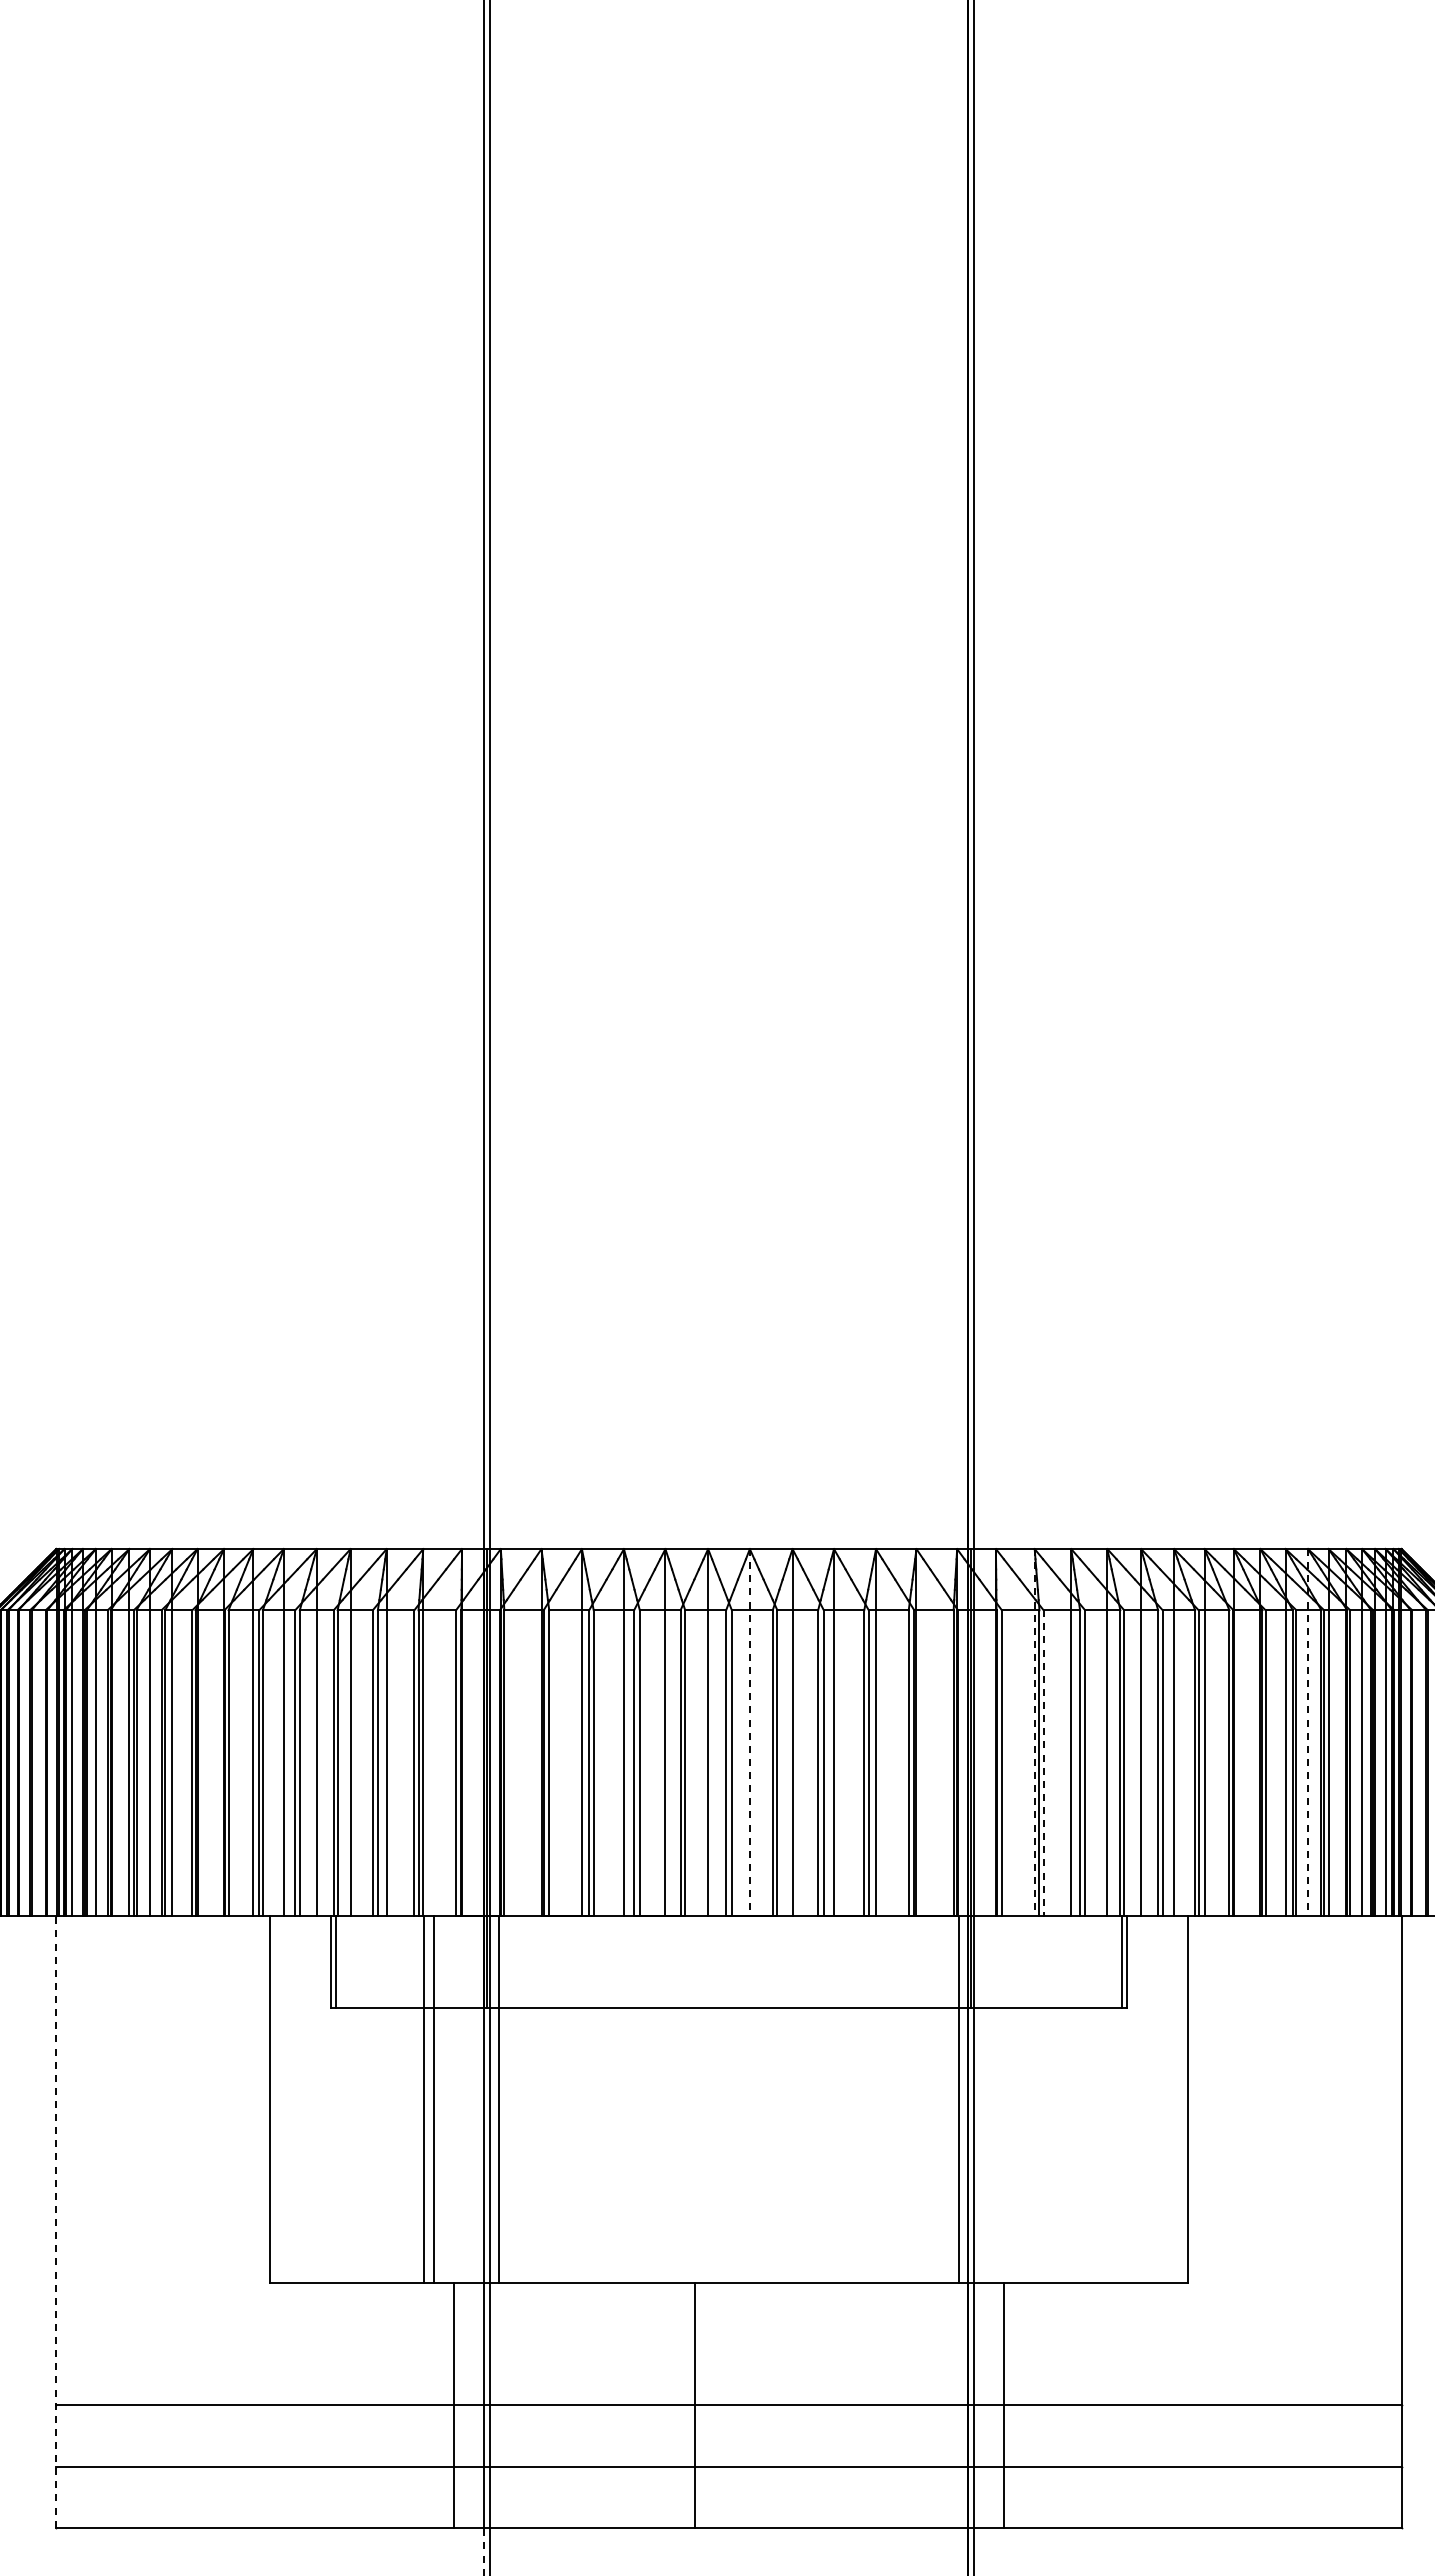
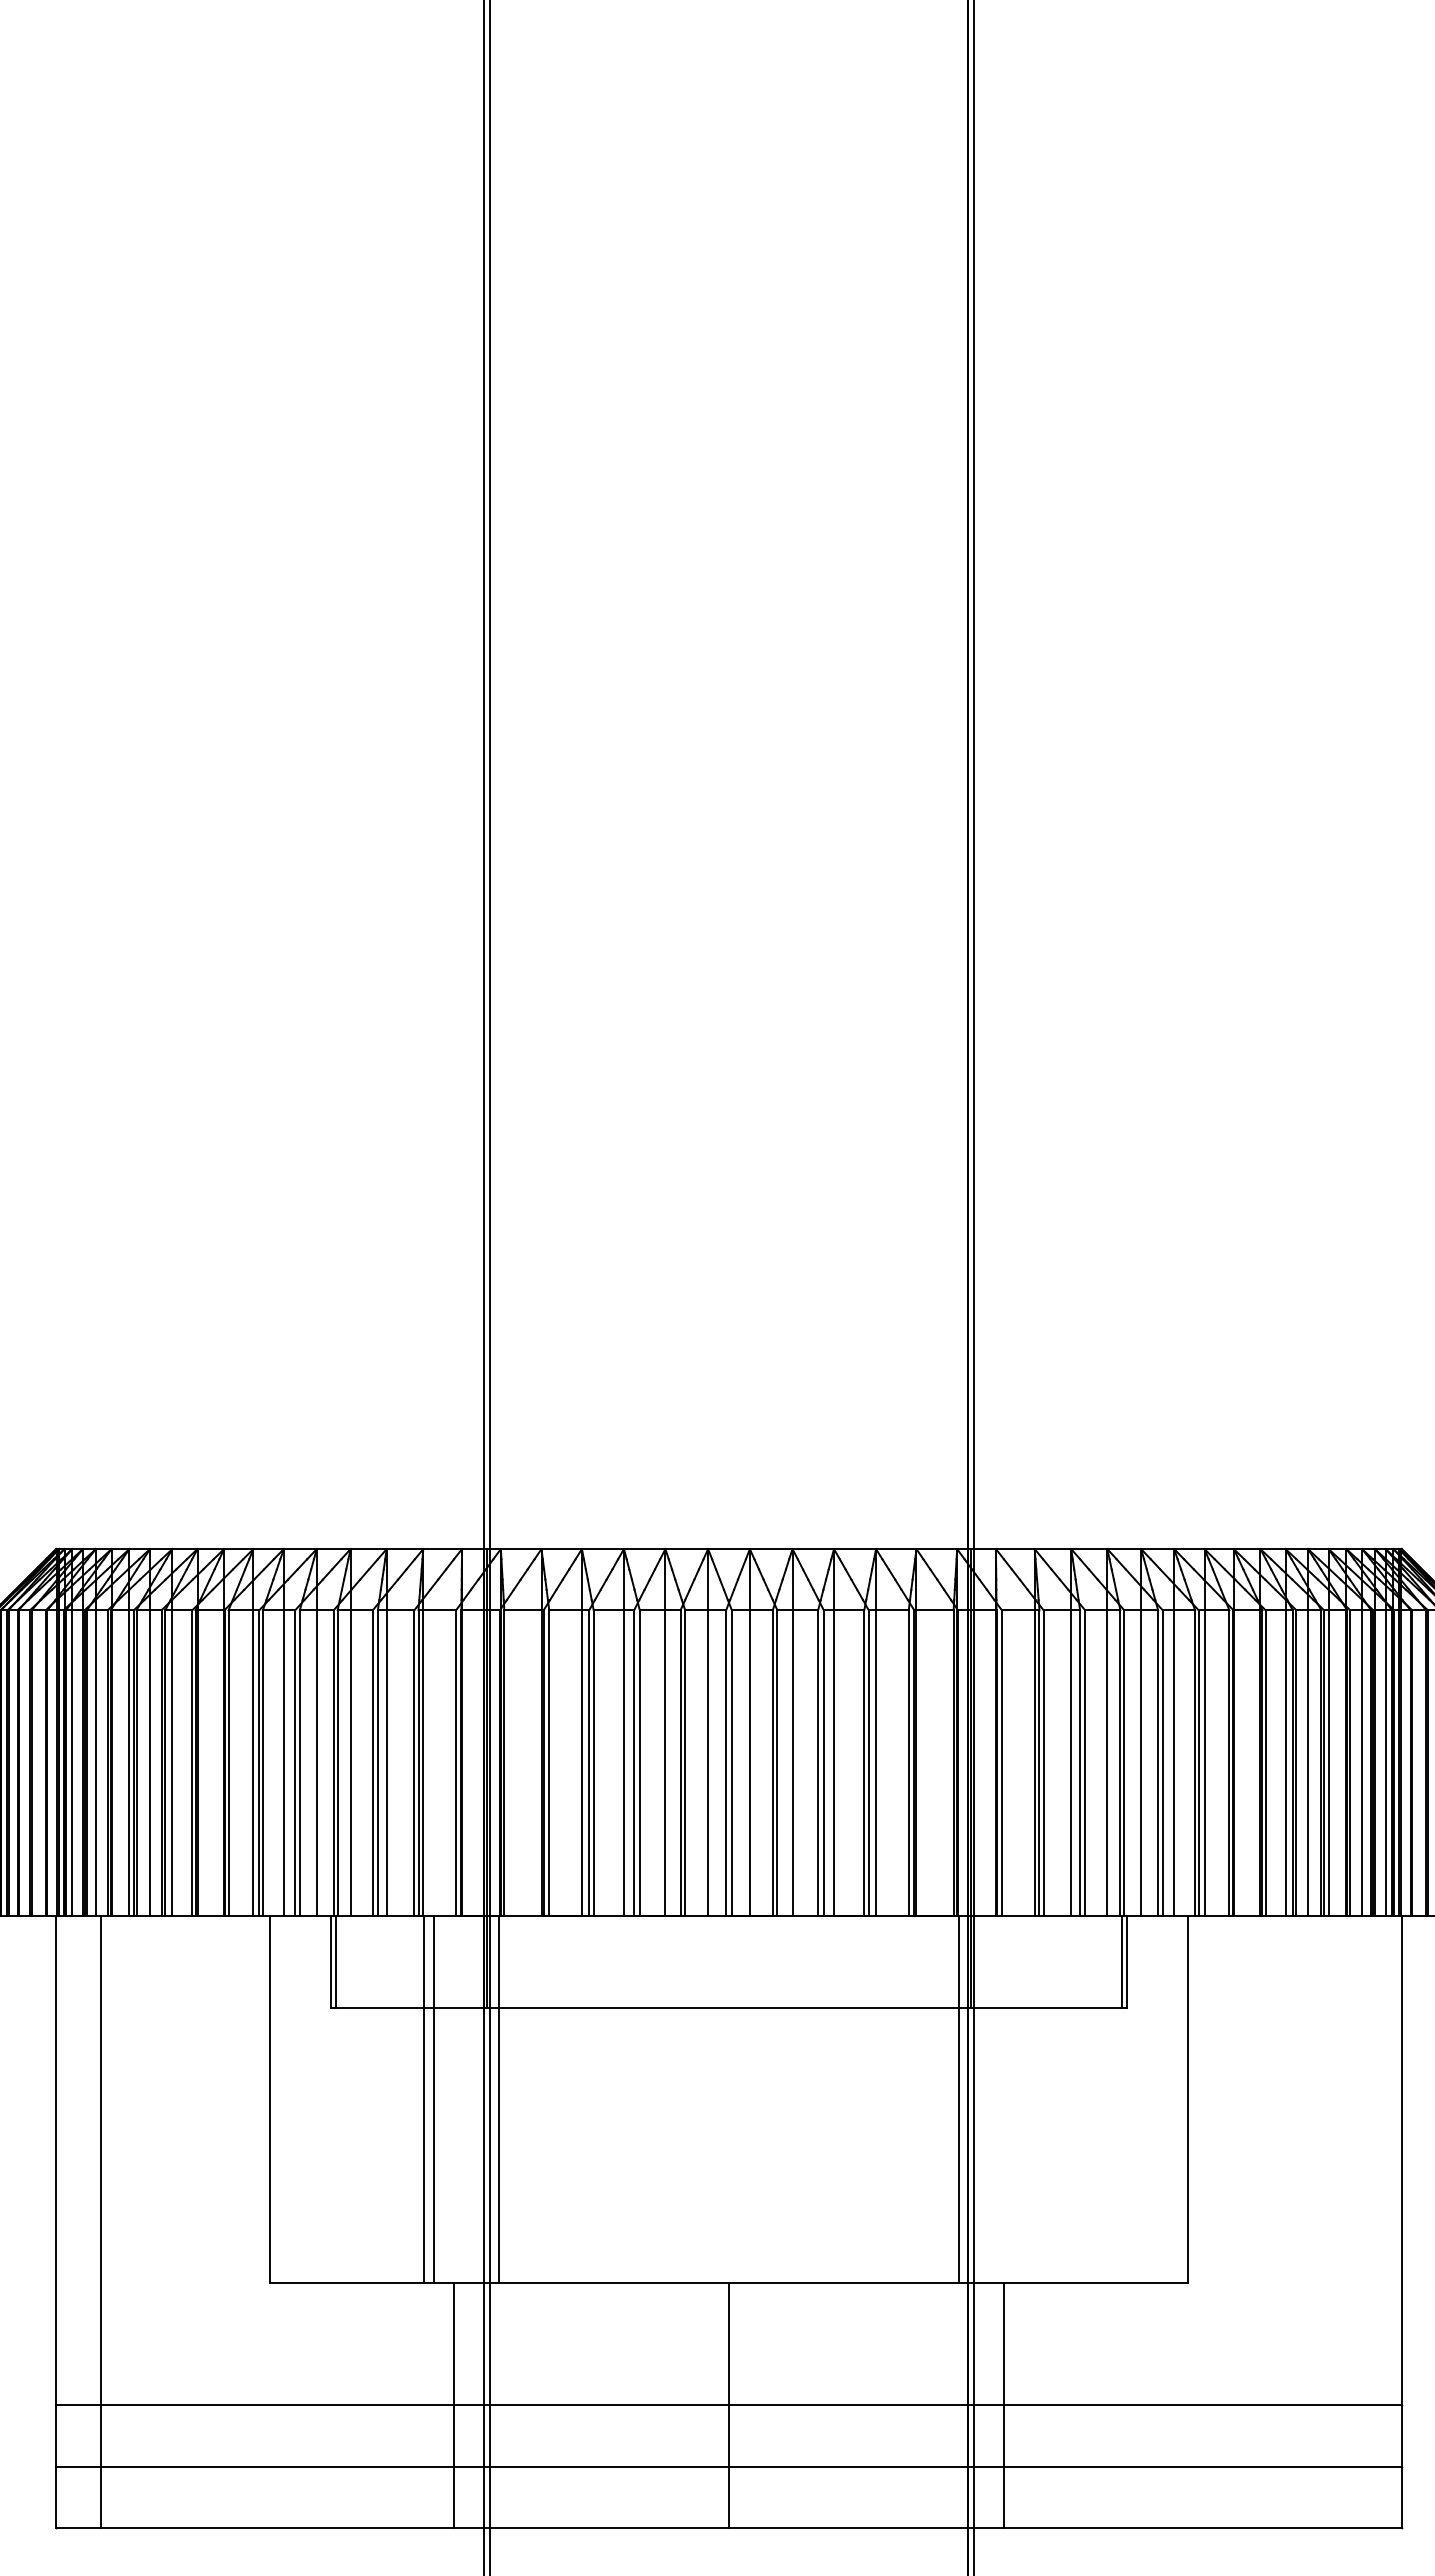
line at (749, 1733): dashed -> solid
line at (1034, 1733): dashed -> solid
line at (1307, 1733): dashed -> solid
line at (1043, 1763): dashed -> solid
line at (56, 2221): dashed -> solid
line at (100, 2221): none -> present
line at (694, 2405) position: (694, 2405) -> (728, 2405)
line at (484, 2551): dashed -> solid
